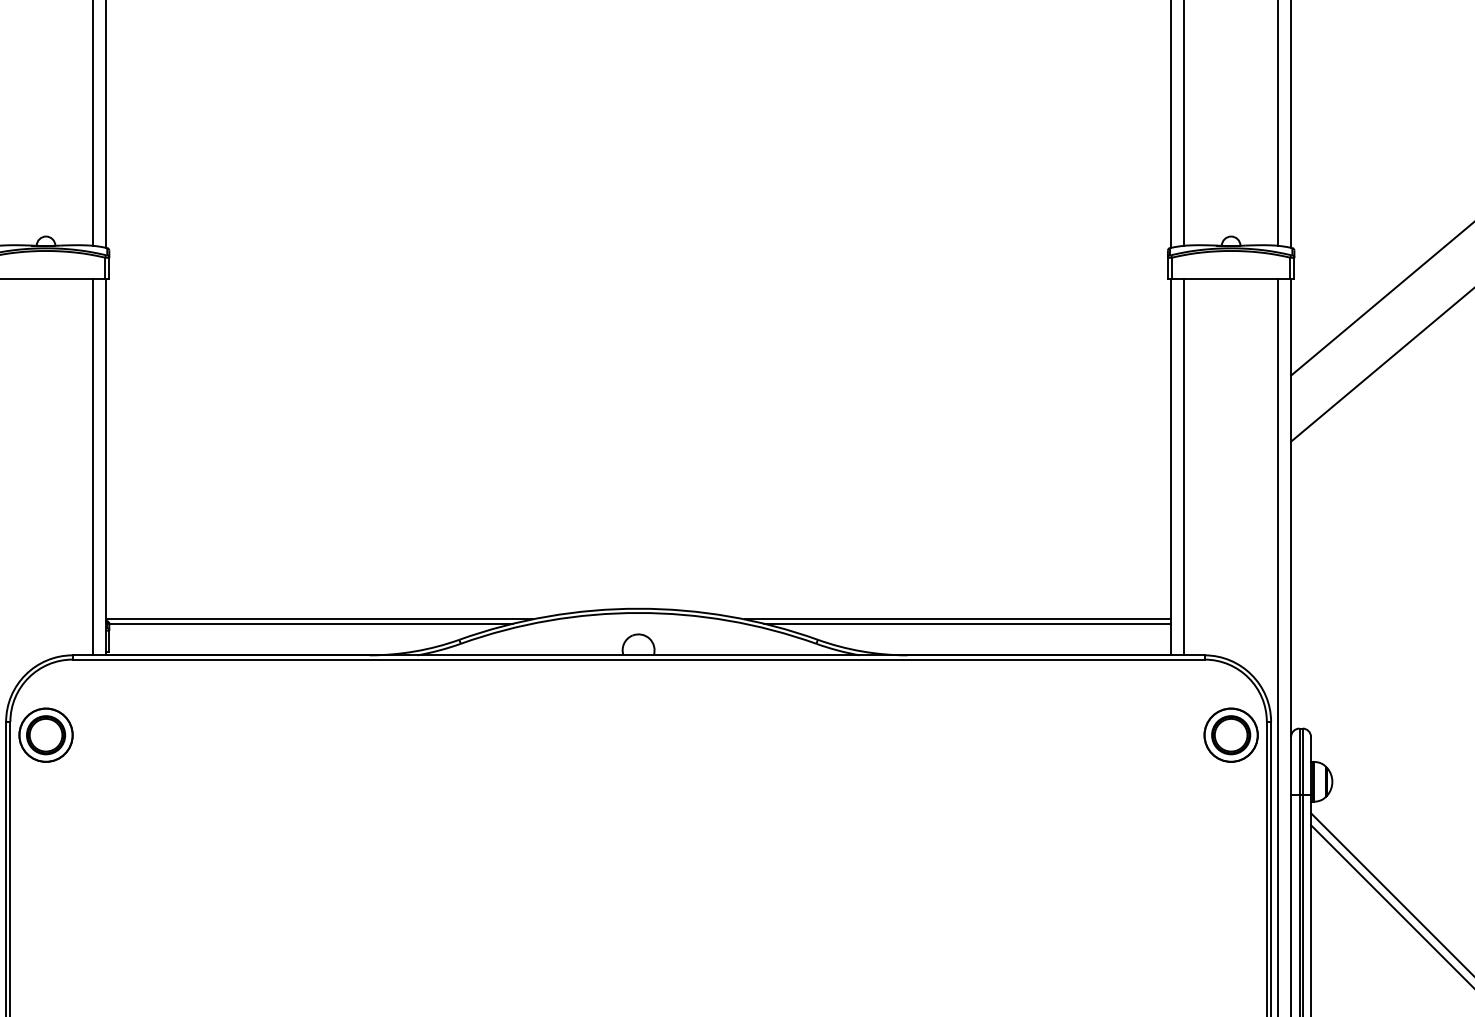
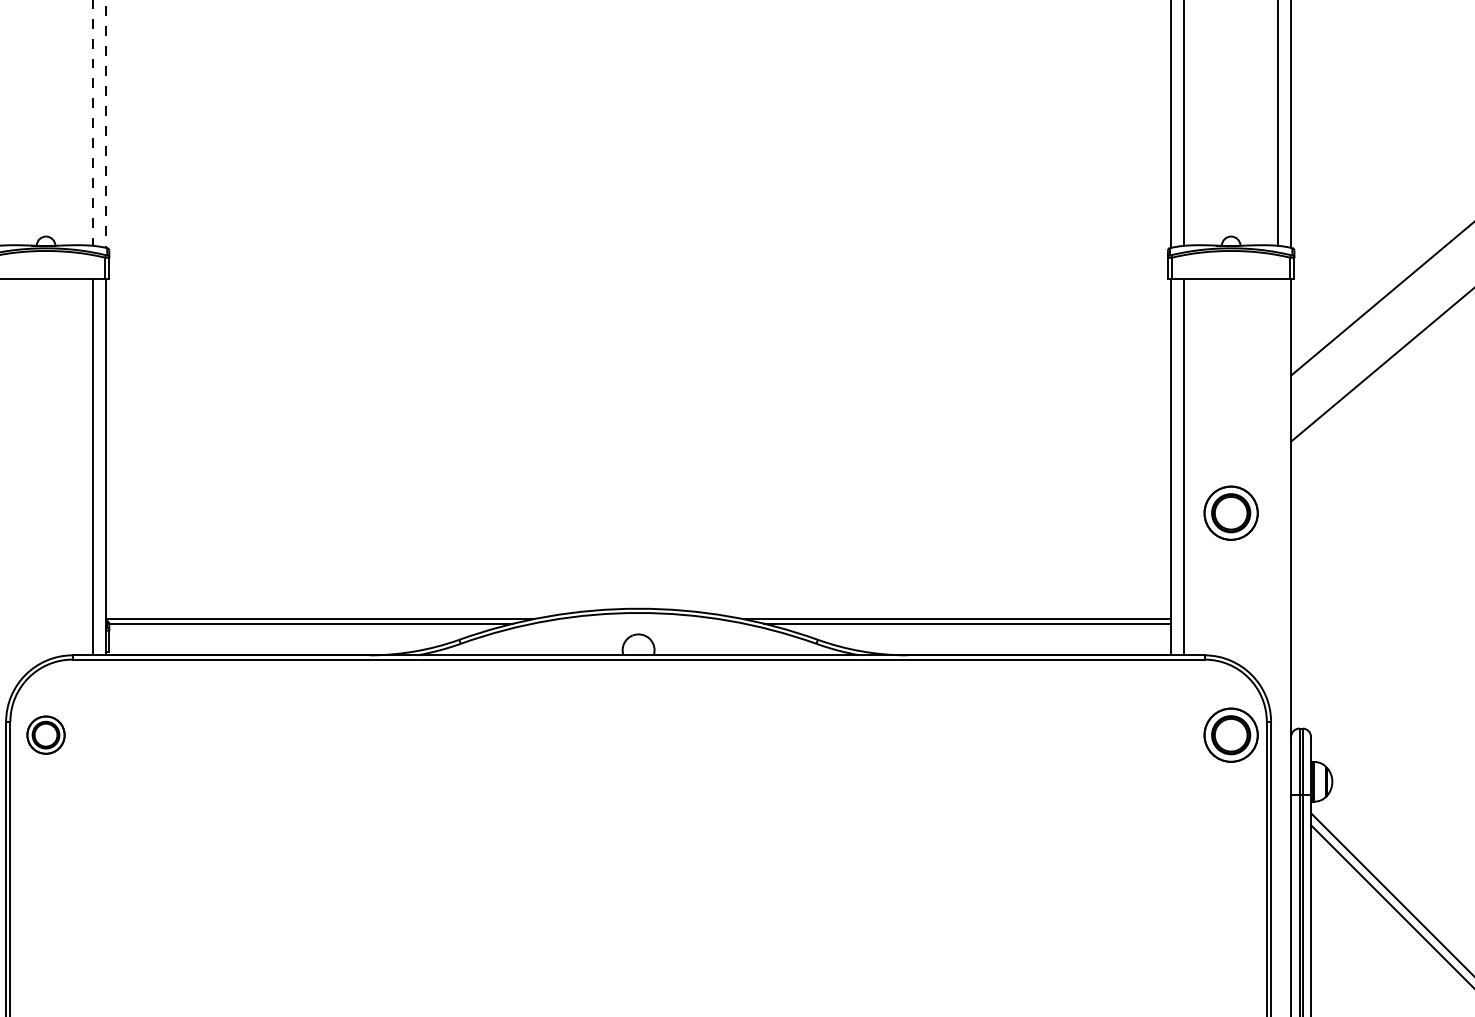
line at (93, 123): solid -> dashed
line at (105, 123): solid -> dashed
part at (1230, 512): none -> present
line at (1278, 646): present -> none
part at (45, 734) size: 56x56 px -> 40x40 px
